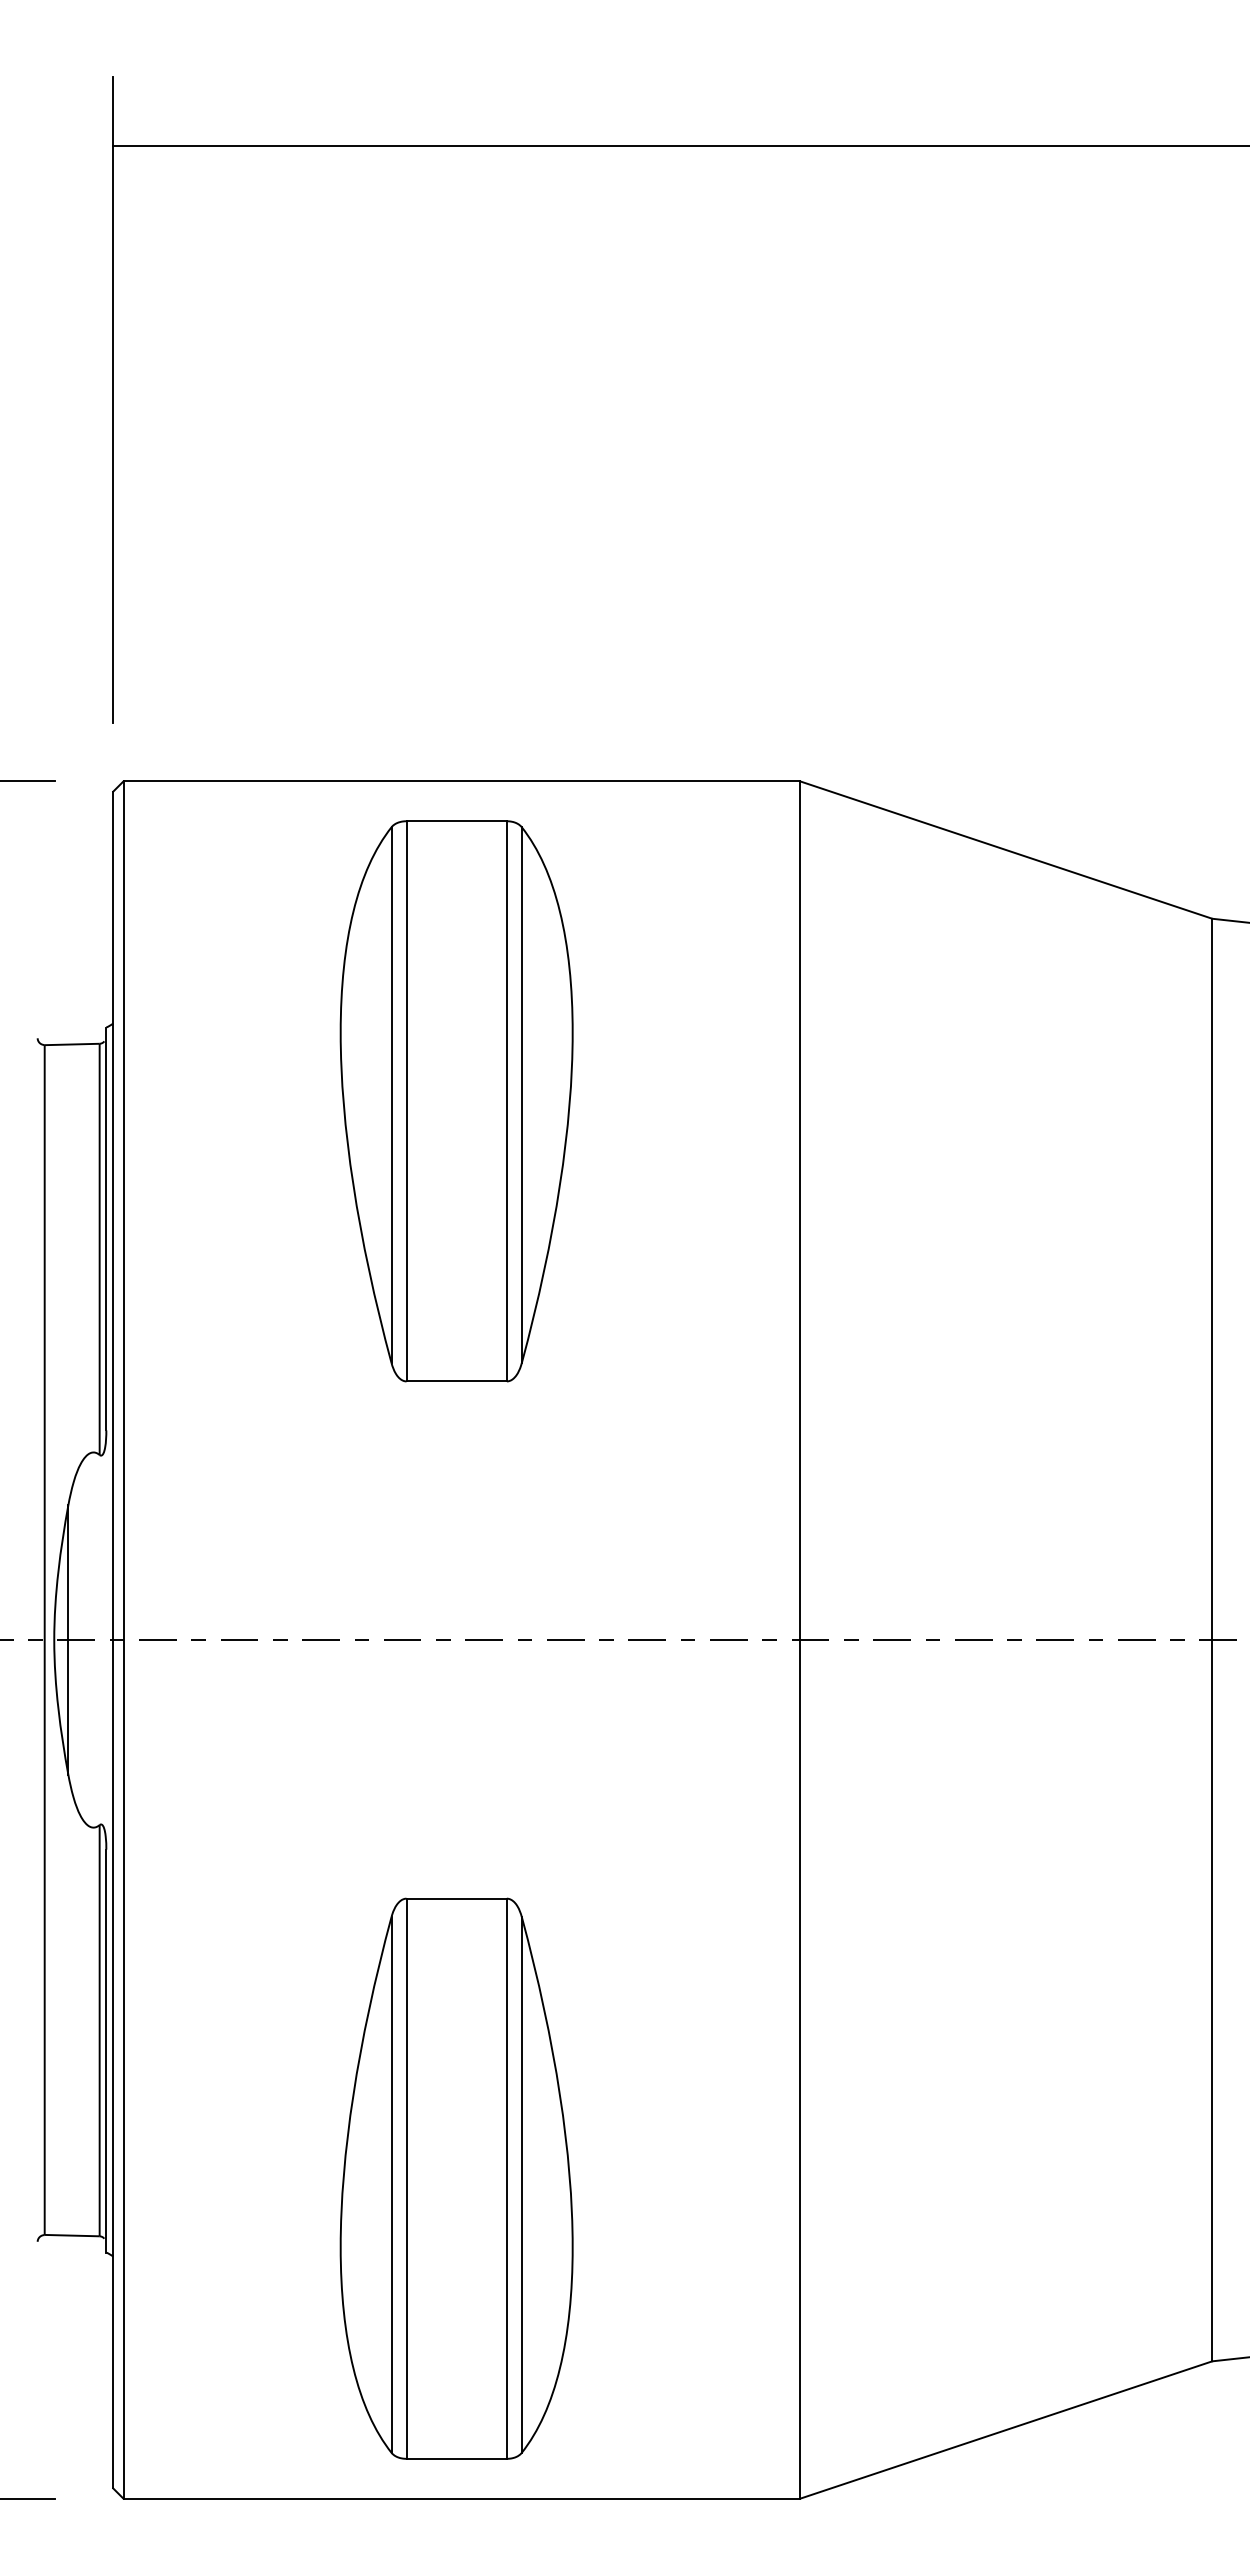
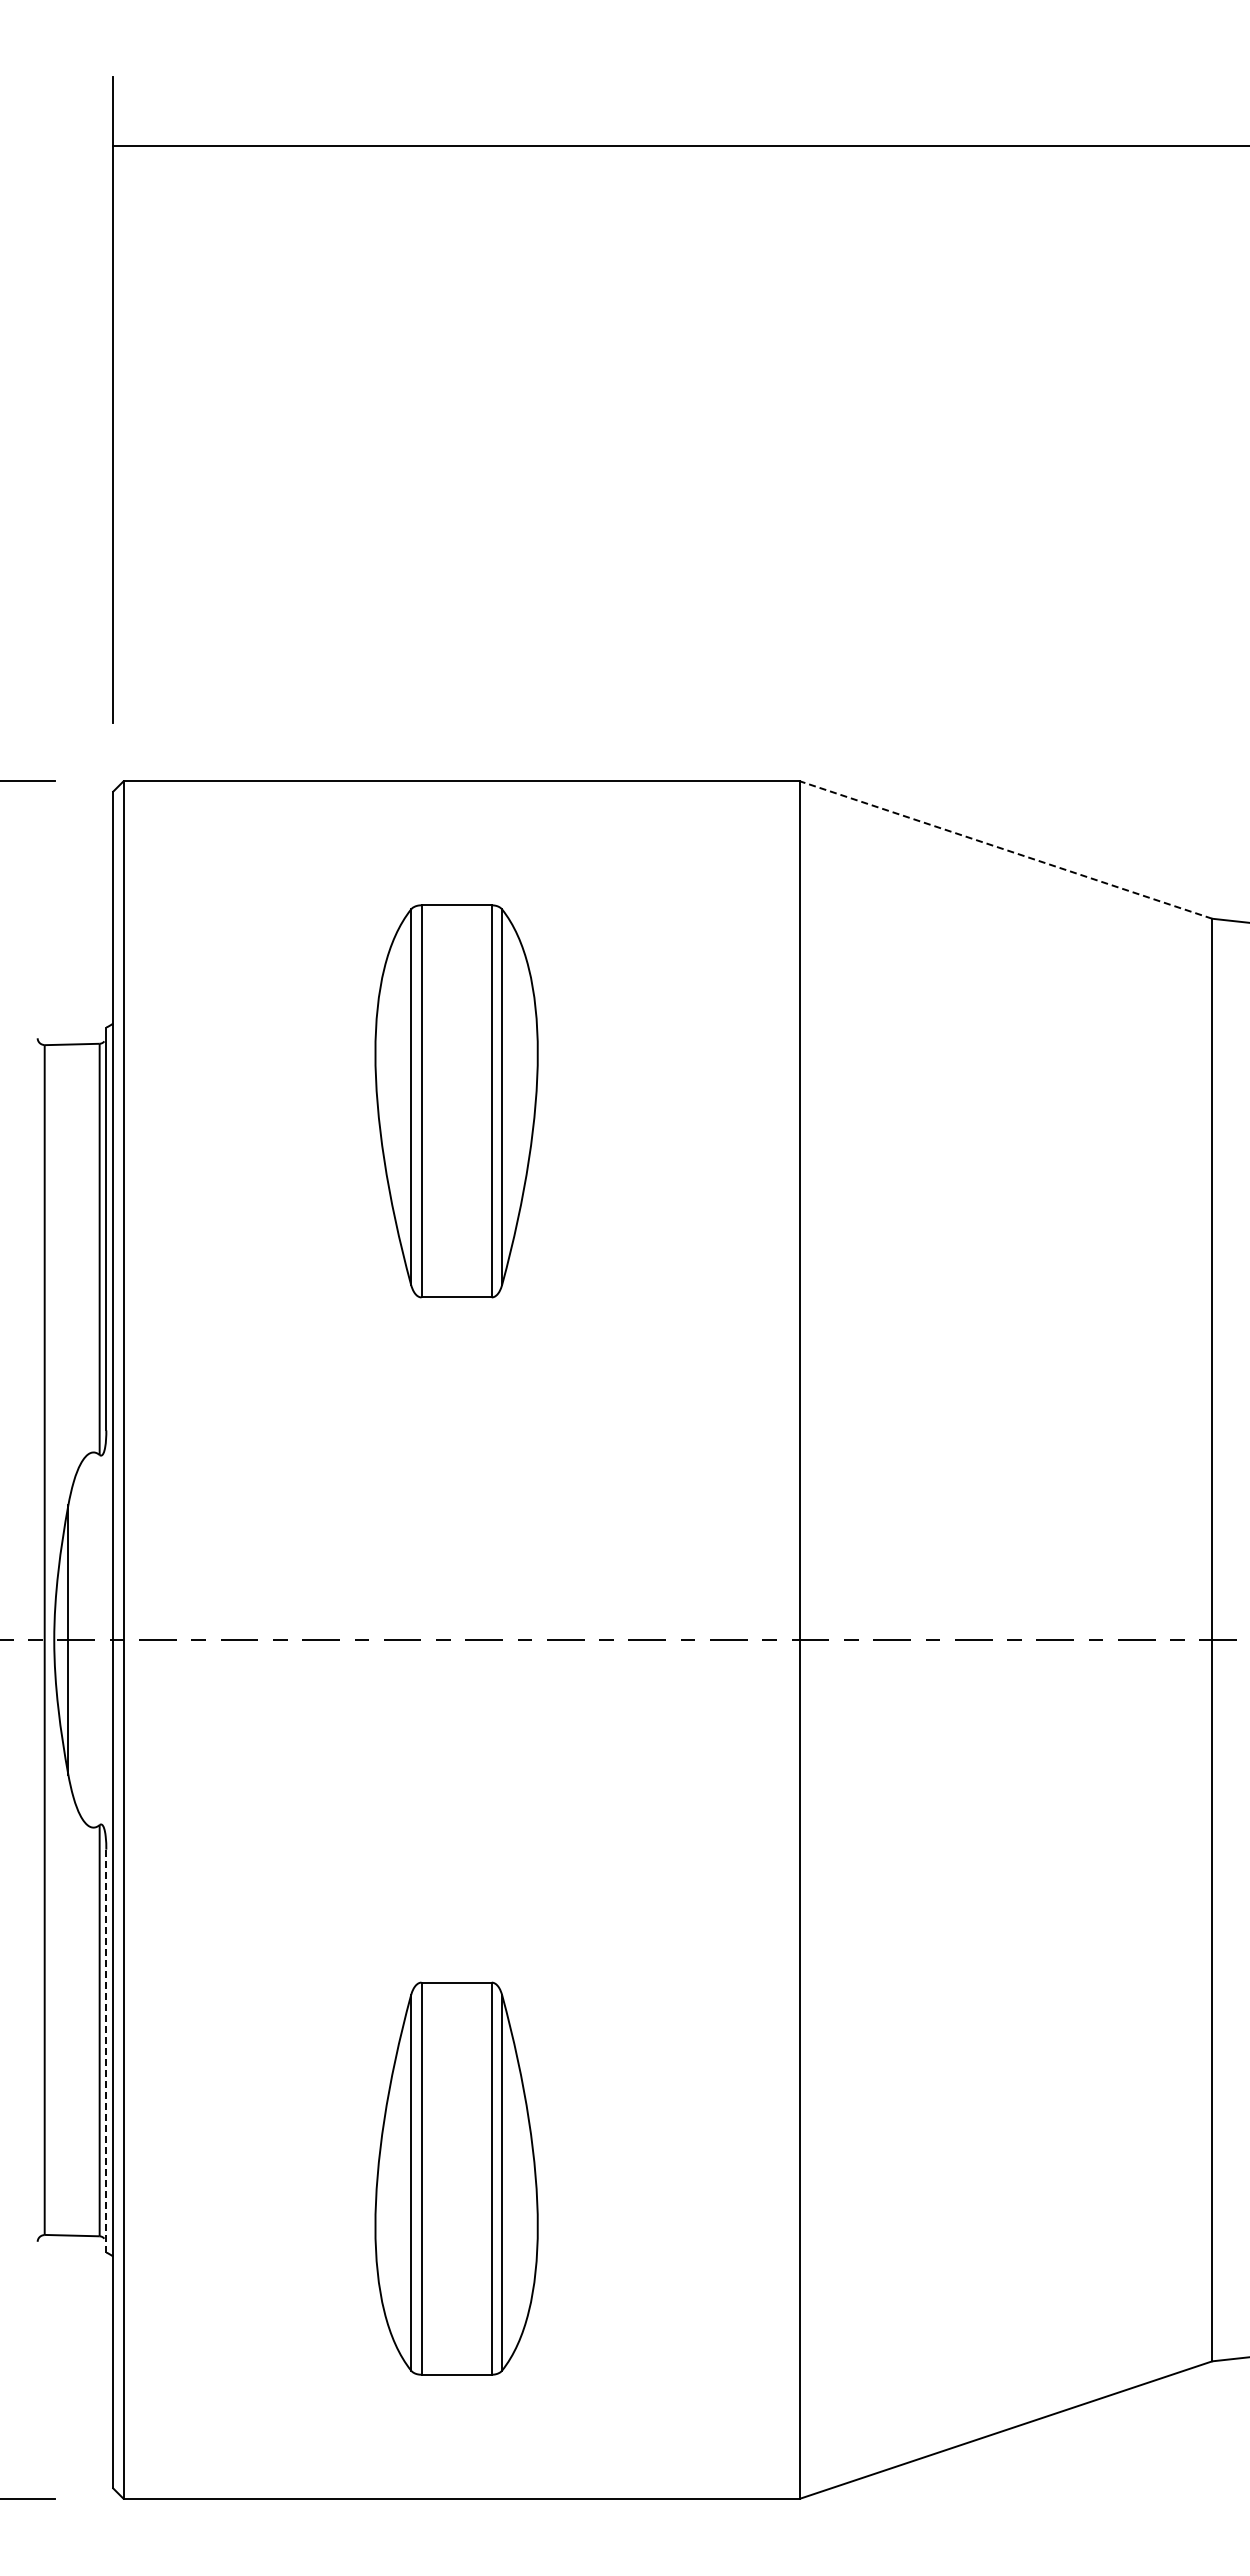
line at (1005, 849): solid -> dashed
part at (456, 1101) size: 235x563 px -> 165x395 px
line at (106, 2050): solid -> dashed
part at (456, 2178) size: 235x563 px -> 165x395 px
